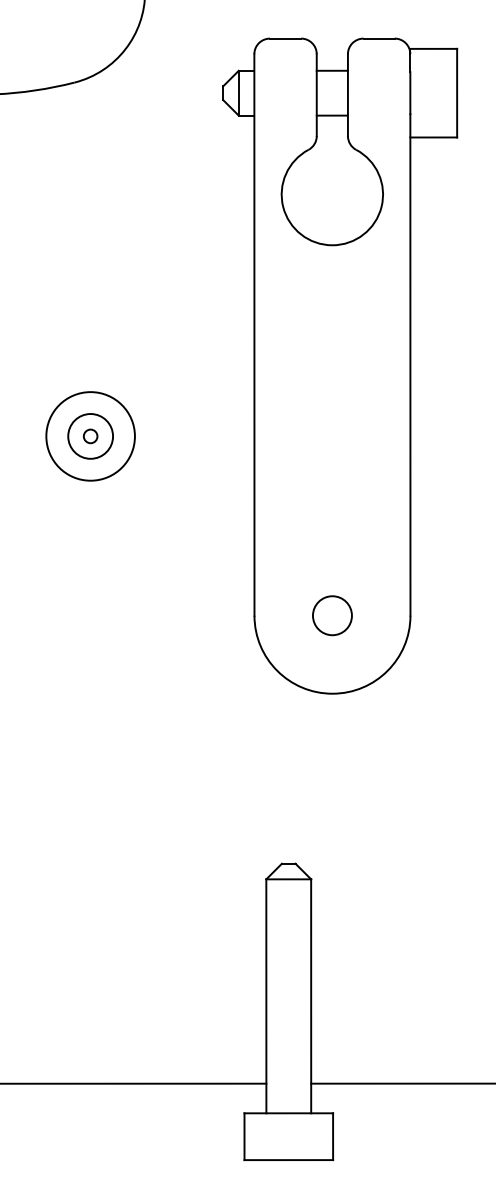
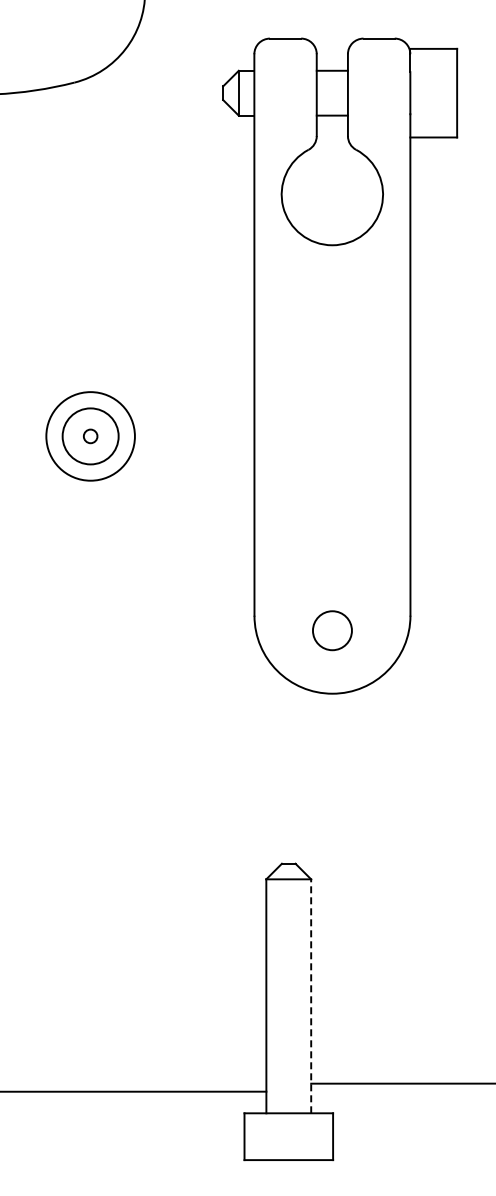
circle at (90, 436) diameter: 45 px -> 56 px
circle at (332, 615) position: (332, 615) -> (332, 630)
line at (311, 996): solid -> dashed
line at (134, 1083) position: (134, 1083) -> (134, 1091)
